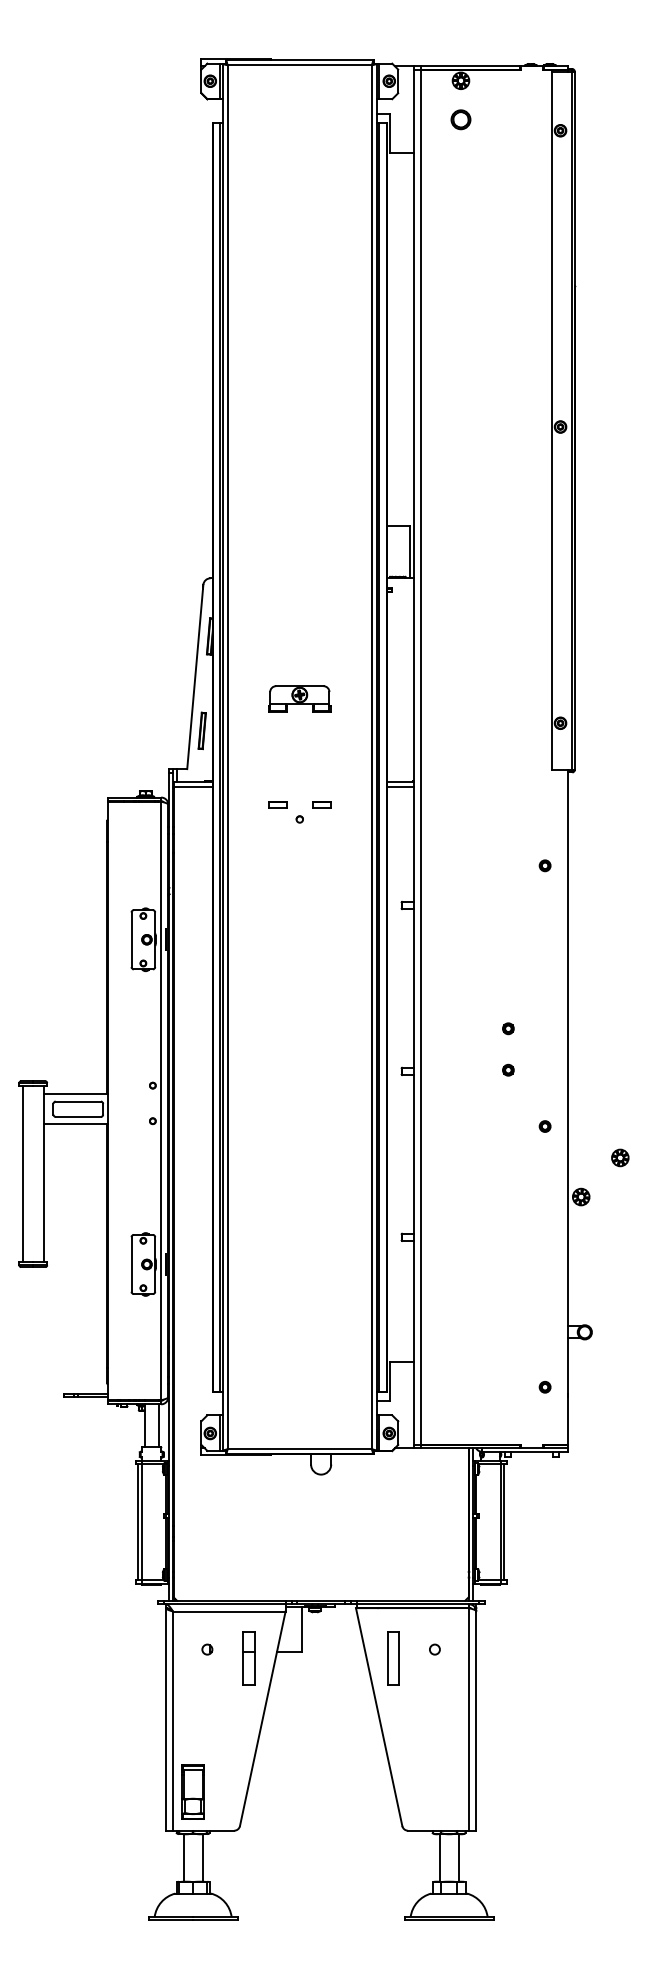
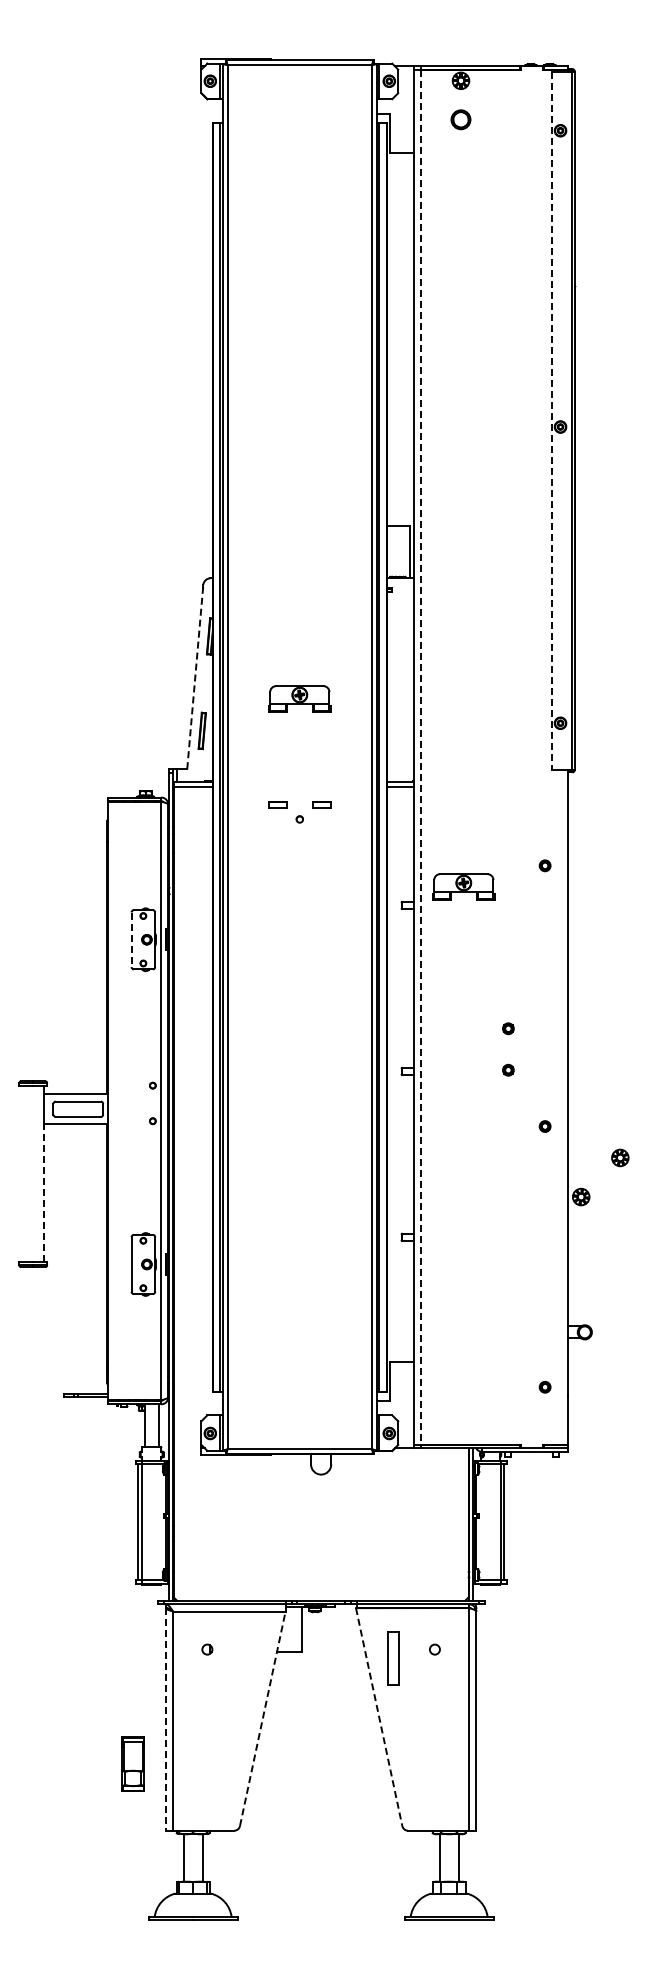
line at (552, 421): solid -> dashed
line at (195, 676): solid -> dashed
line at (420, 757): solid -> dashed
part at (463, 886): none -> present
line at (131, 940): solid -> dashed
line at (22, 1174): present -> none
line at (43, 1192): solid -> dashed
part at (248, 1658): present -> none
line at (379, 1717): solid -> dashed
line at (262, 1718): solid -> dashed
line at (165, 1719): solid -> dashed
part at (192, 1791) position: (192, 1791) -> (132, 1763)
